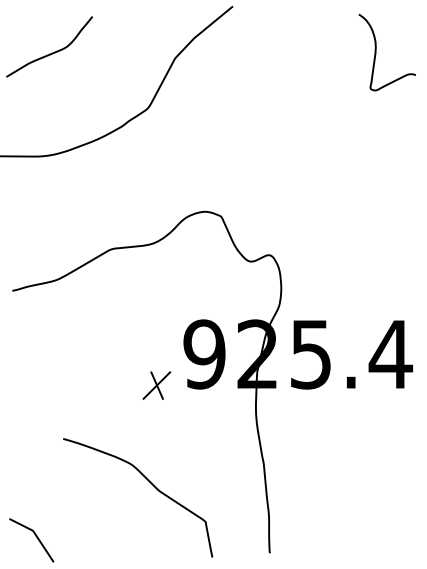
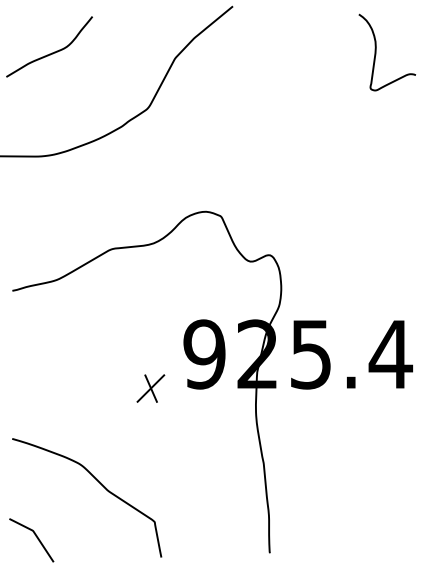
part at (156, 385) position: (156, 385) -> (150, 388)
curve at (151, 484) position: (151, 484) -> (100, 484)
